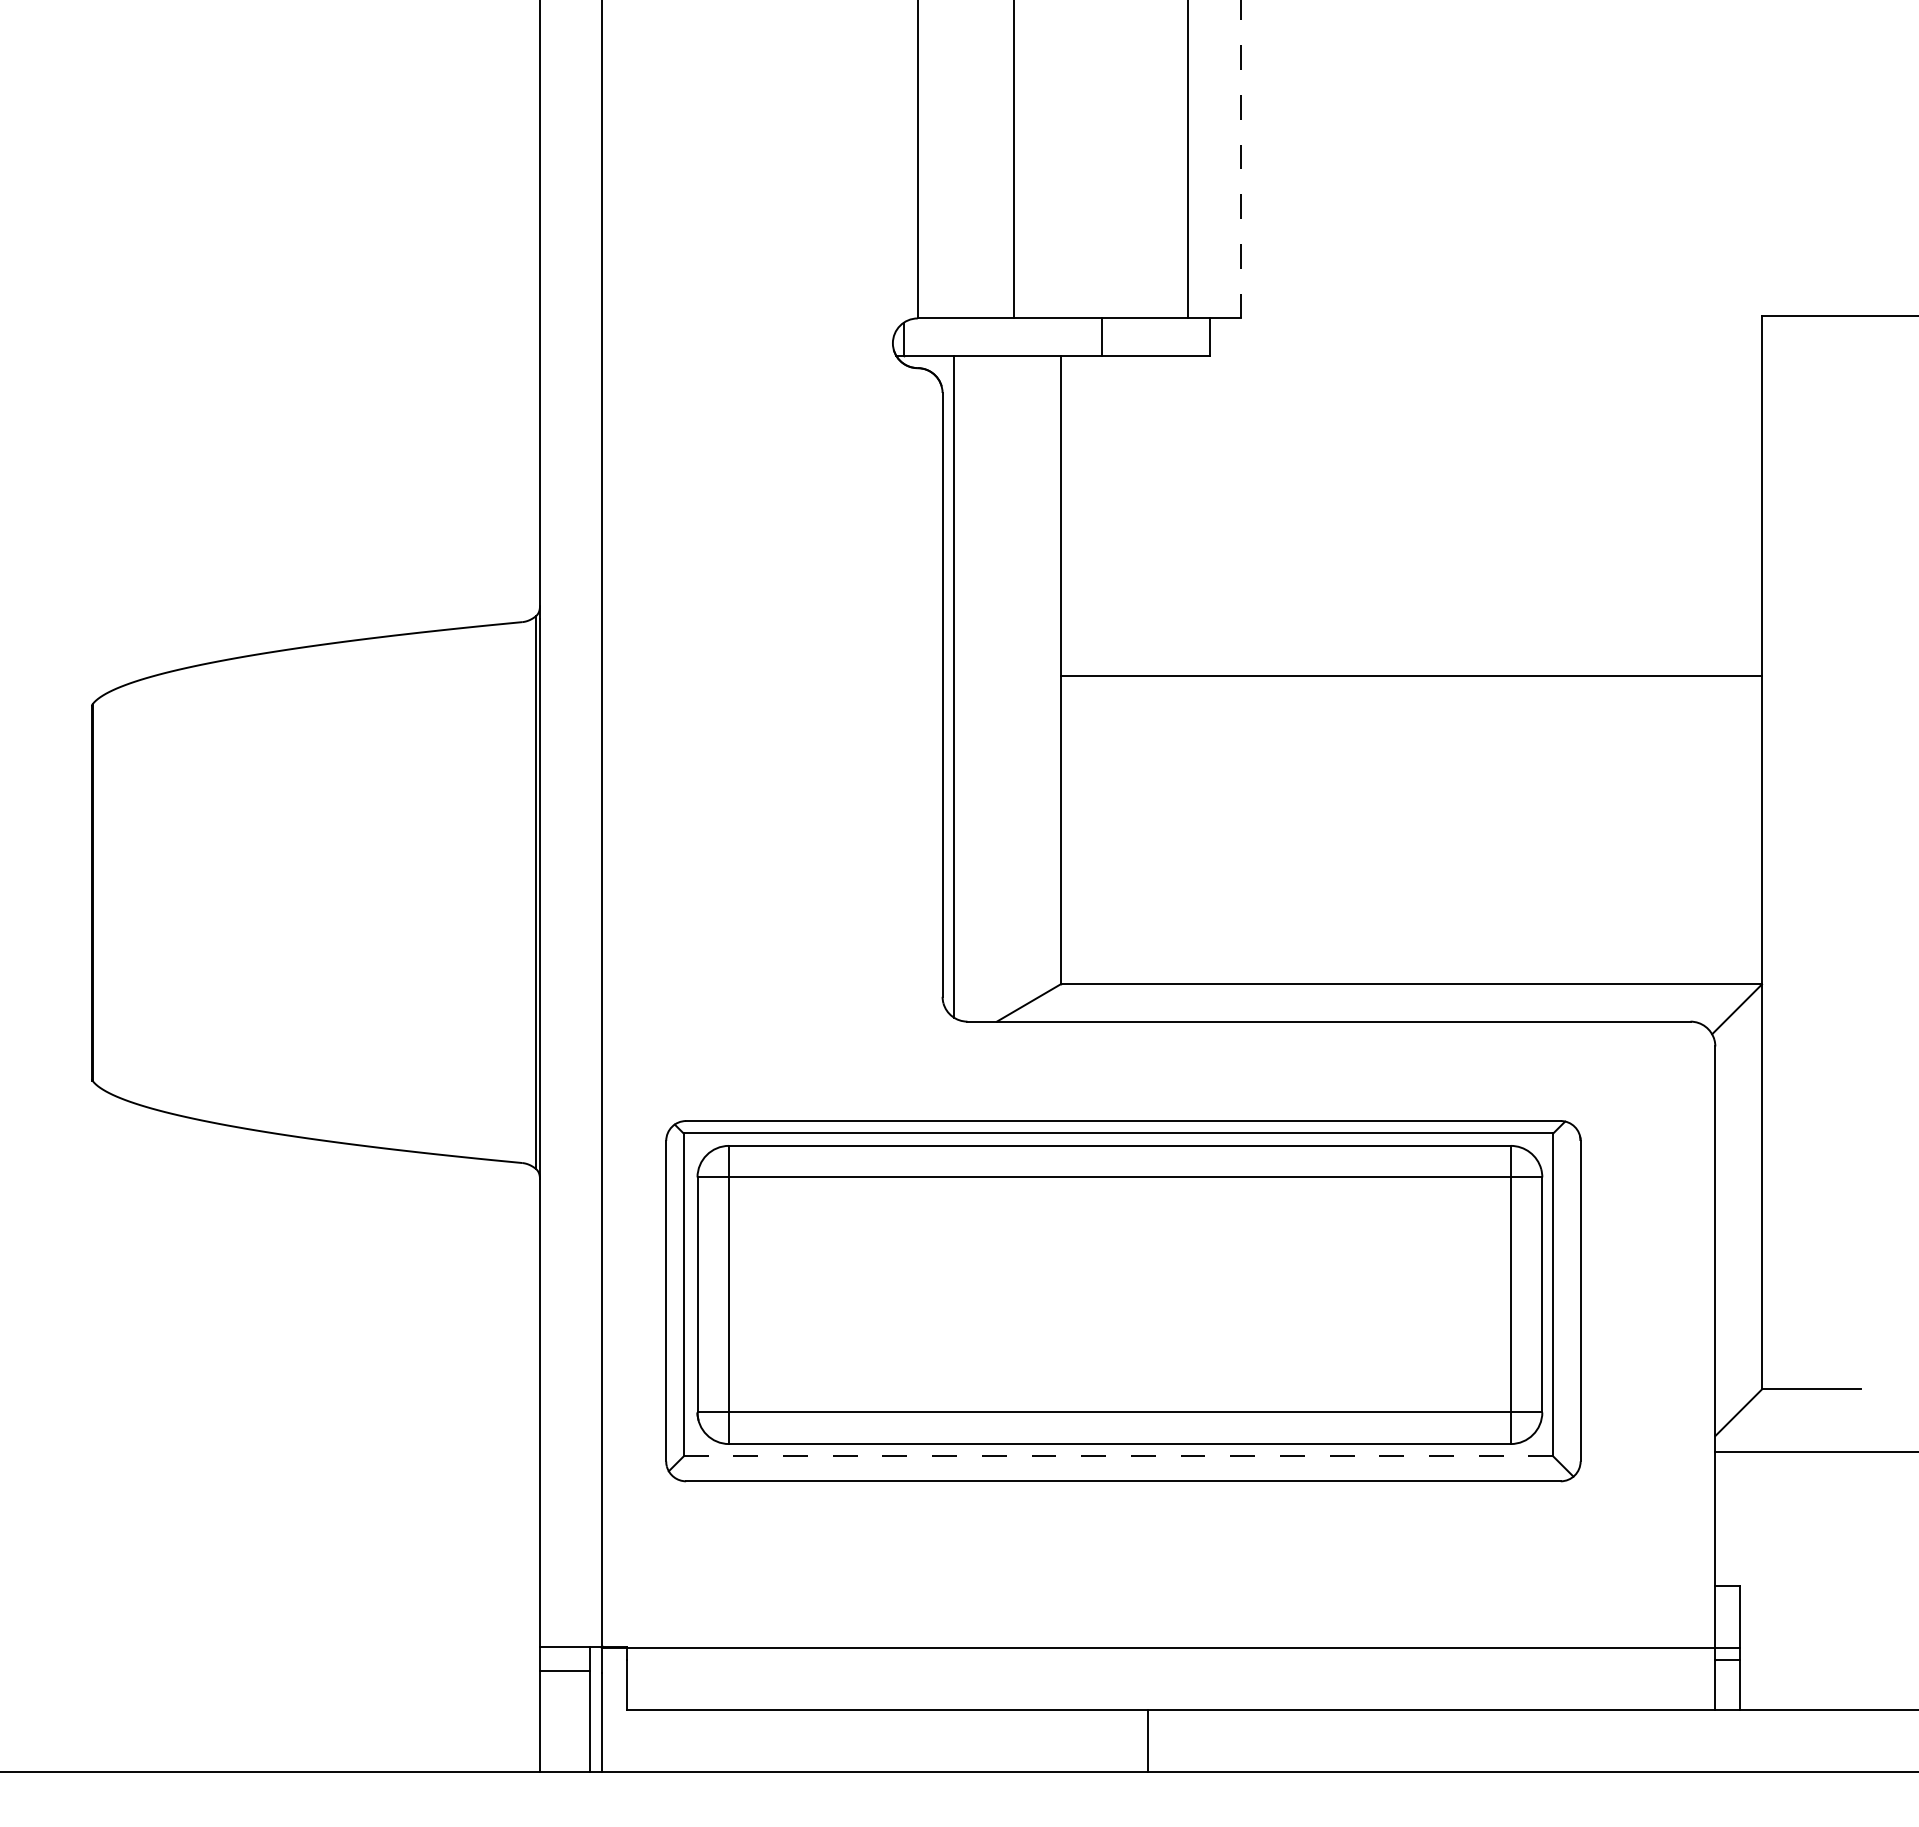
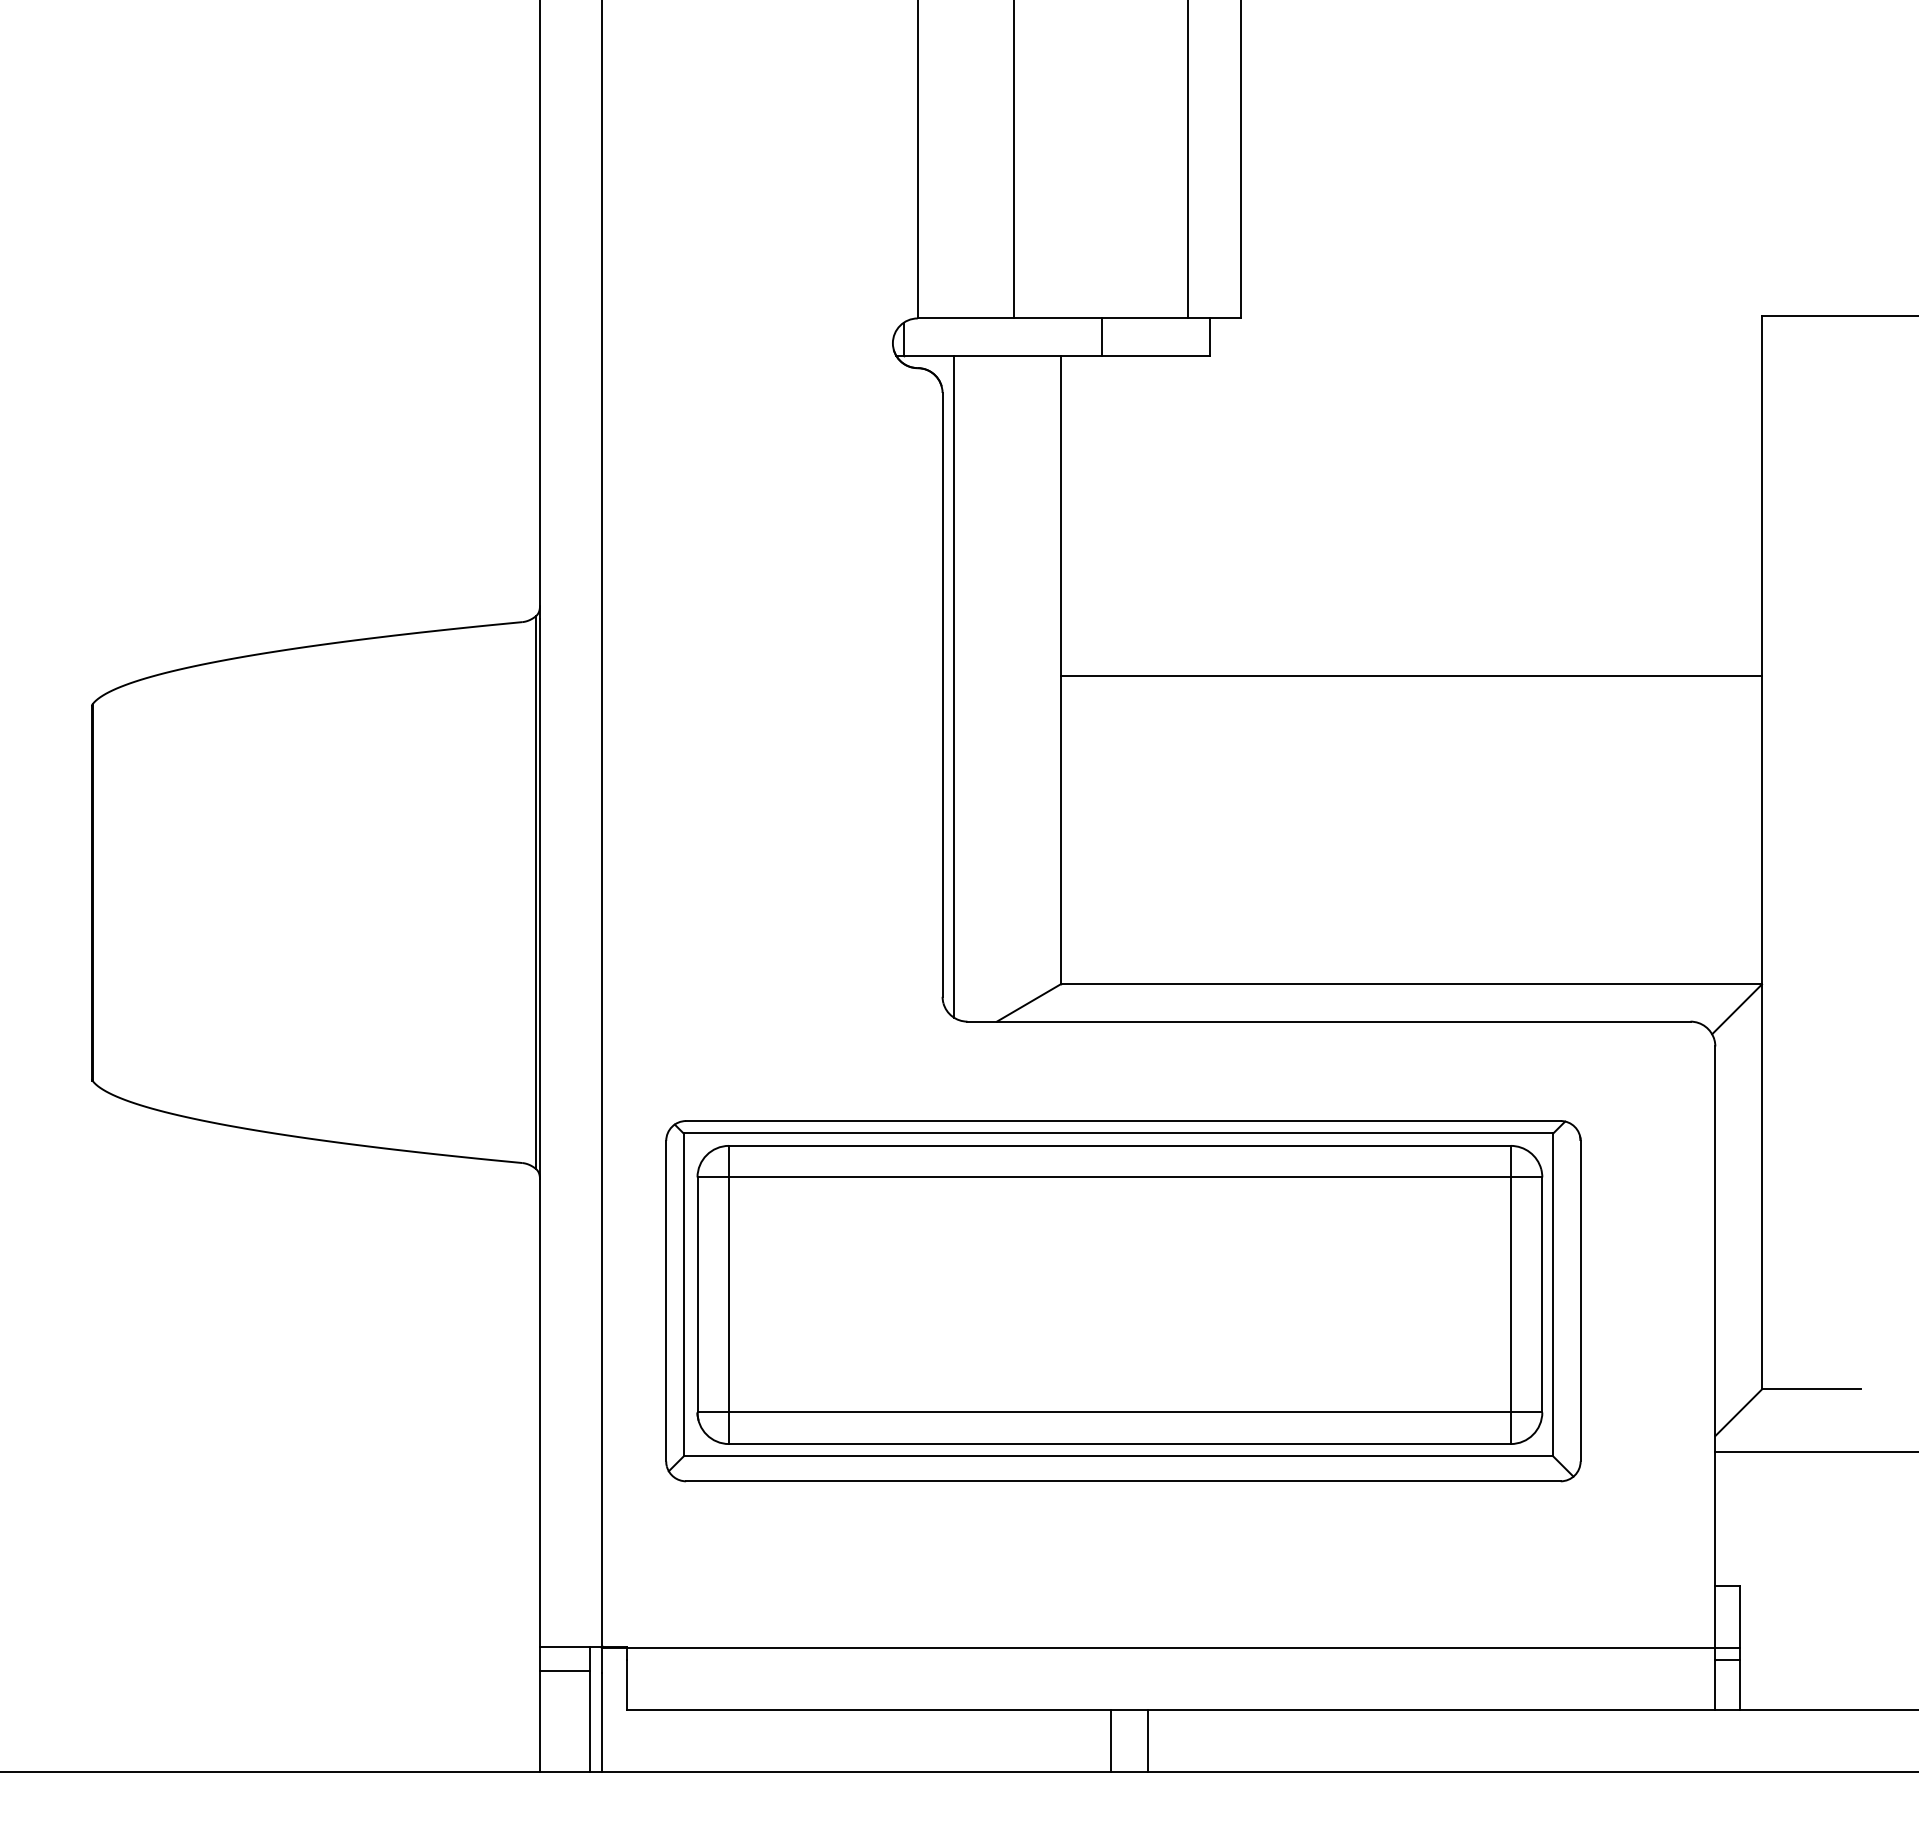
line at (1240, 159): dashed -> solid
line at (1118, 1456): dashed -> solid
line at (1111, 1740): none -> present
